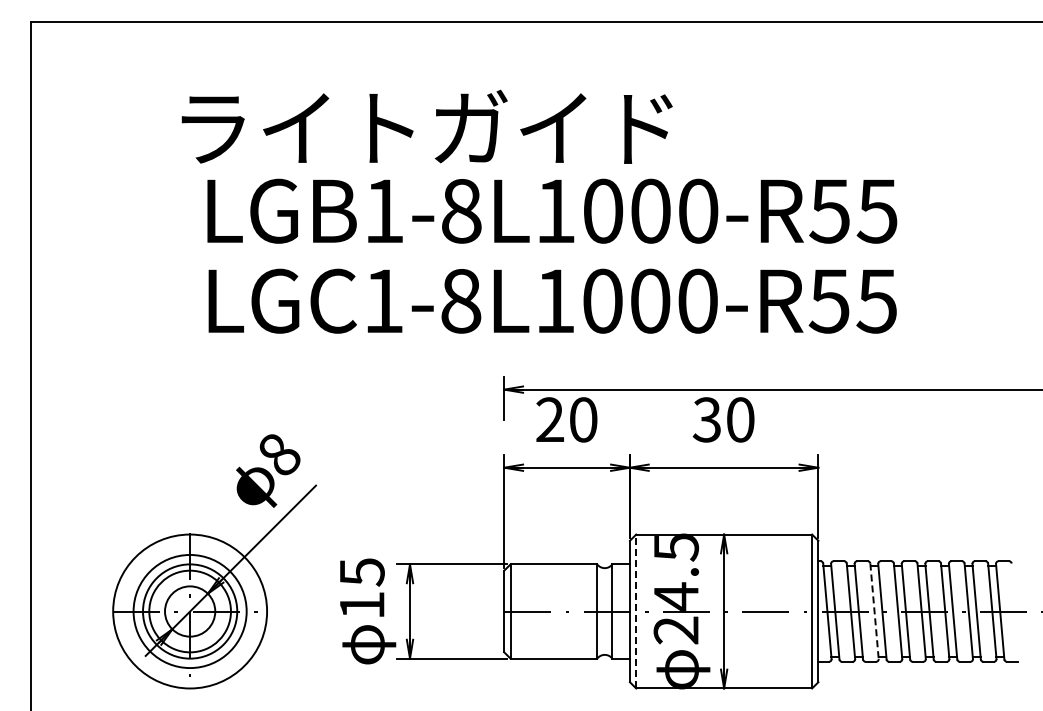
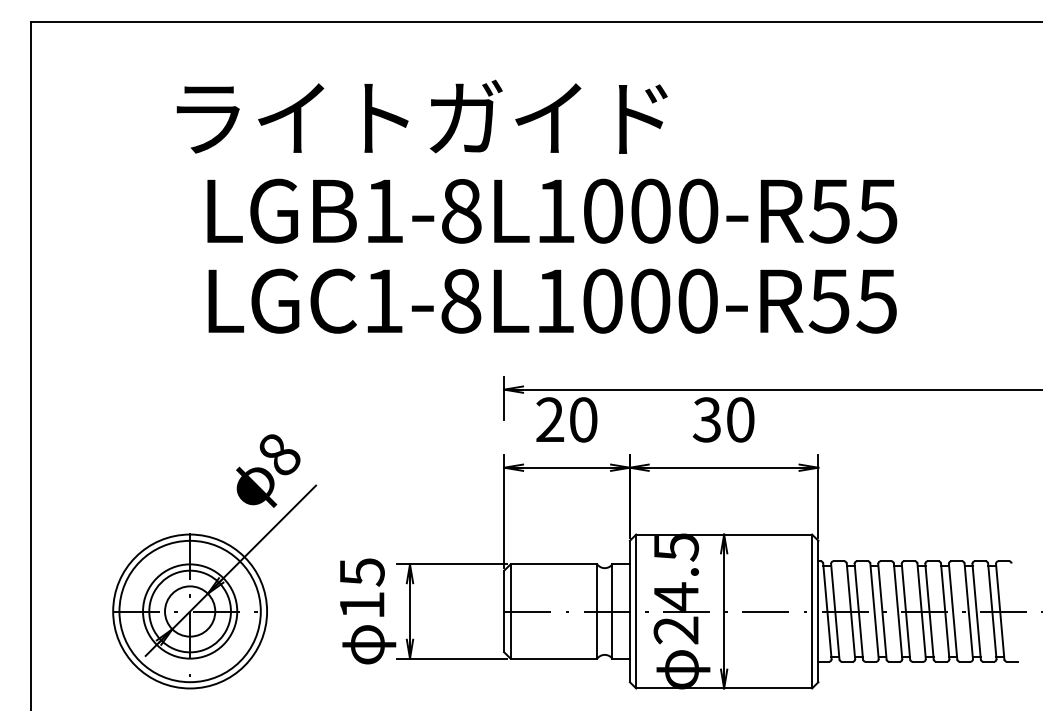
text at (426, 126) position: (426, 126) -> (421, 116)
circle at (189, 611) diameter: 113 px -> 141 px
line at (636, 611): dashed -> solid
line at (874, 611): dashed -> solid
